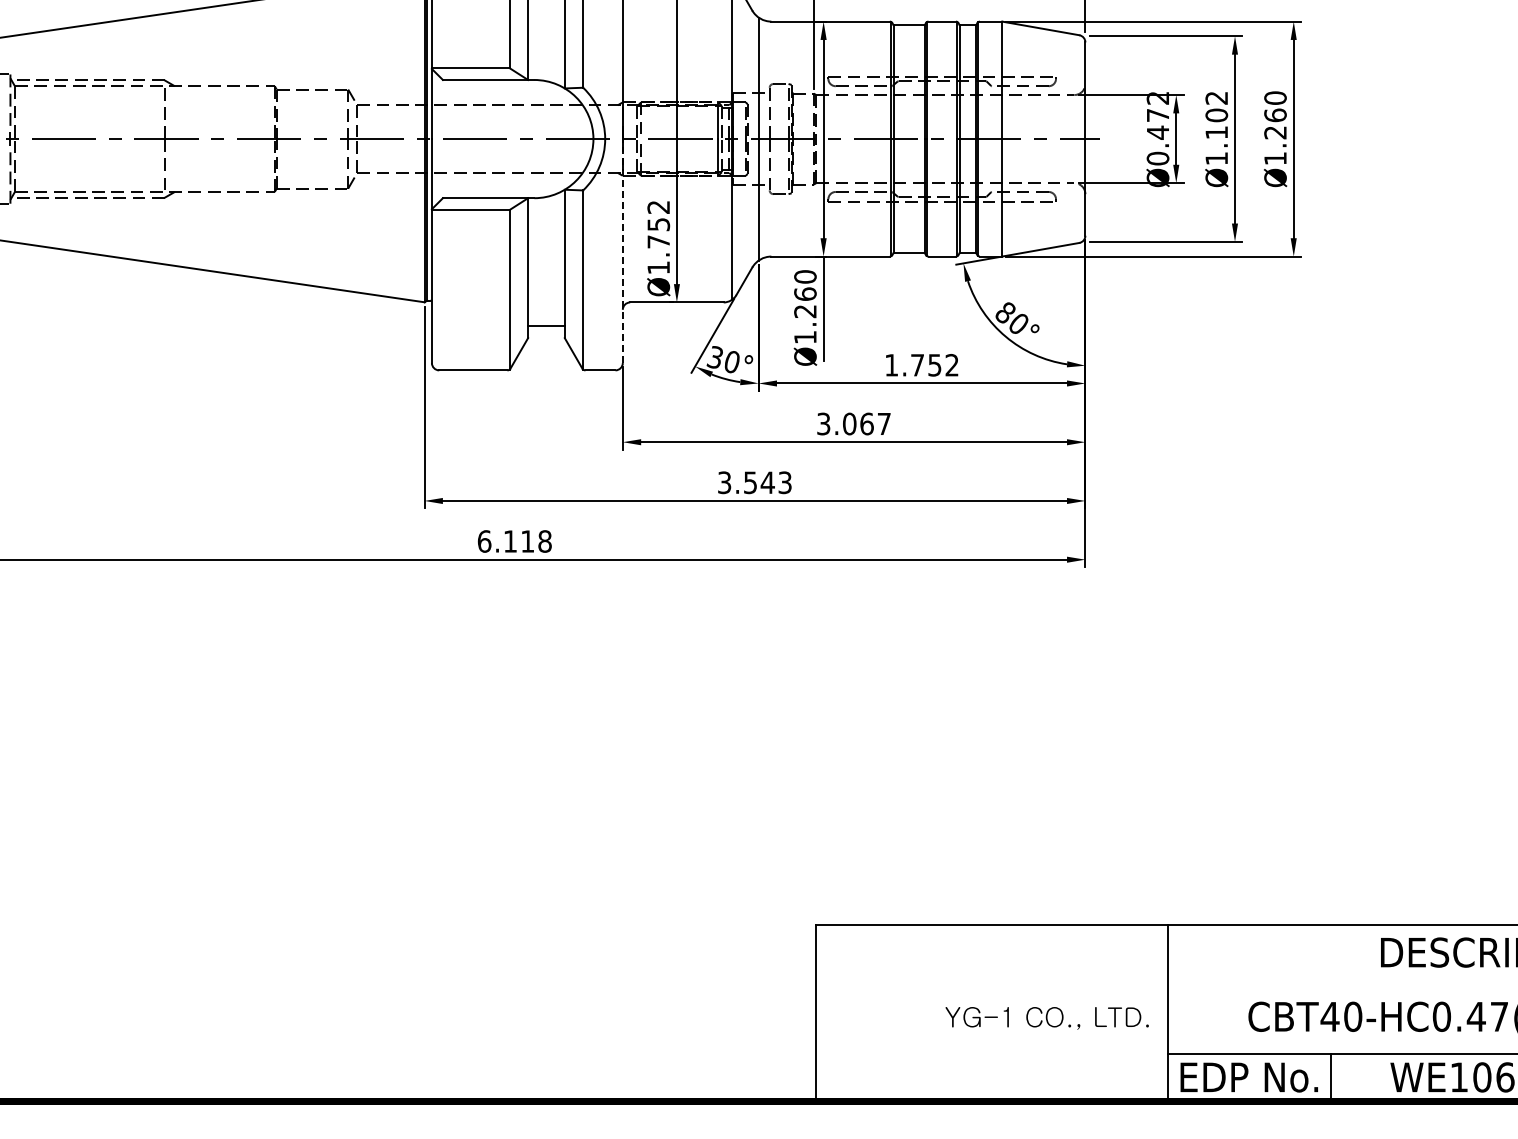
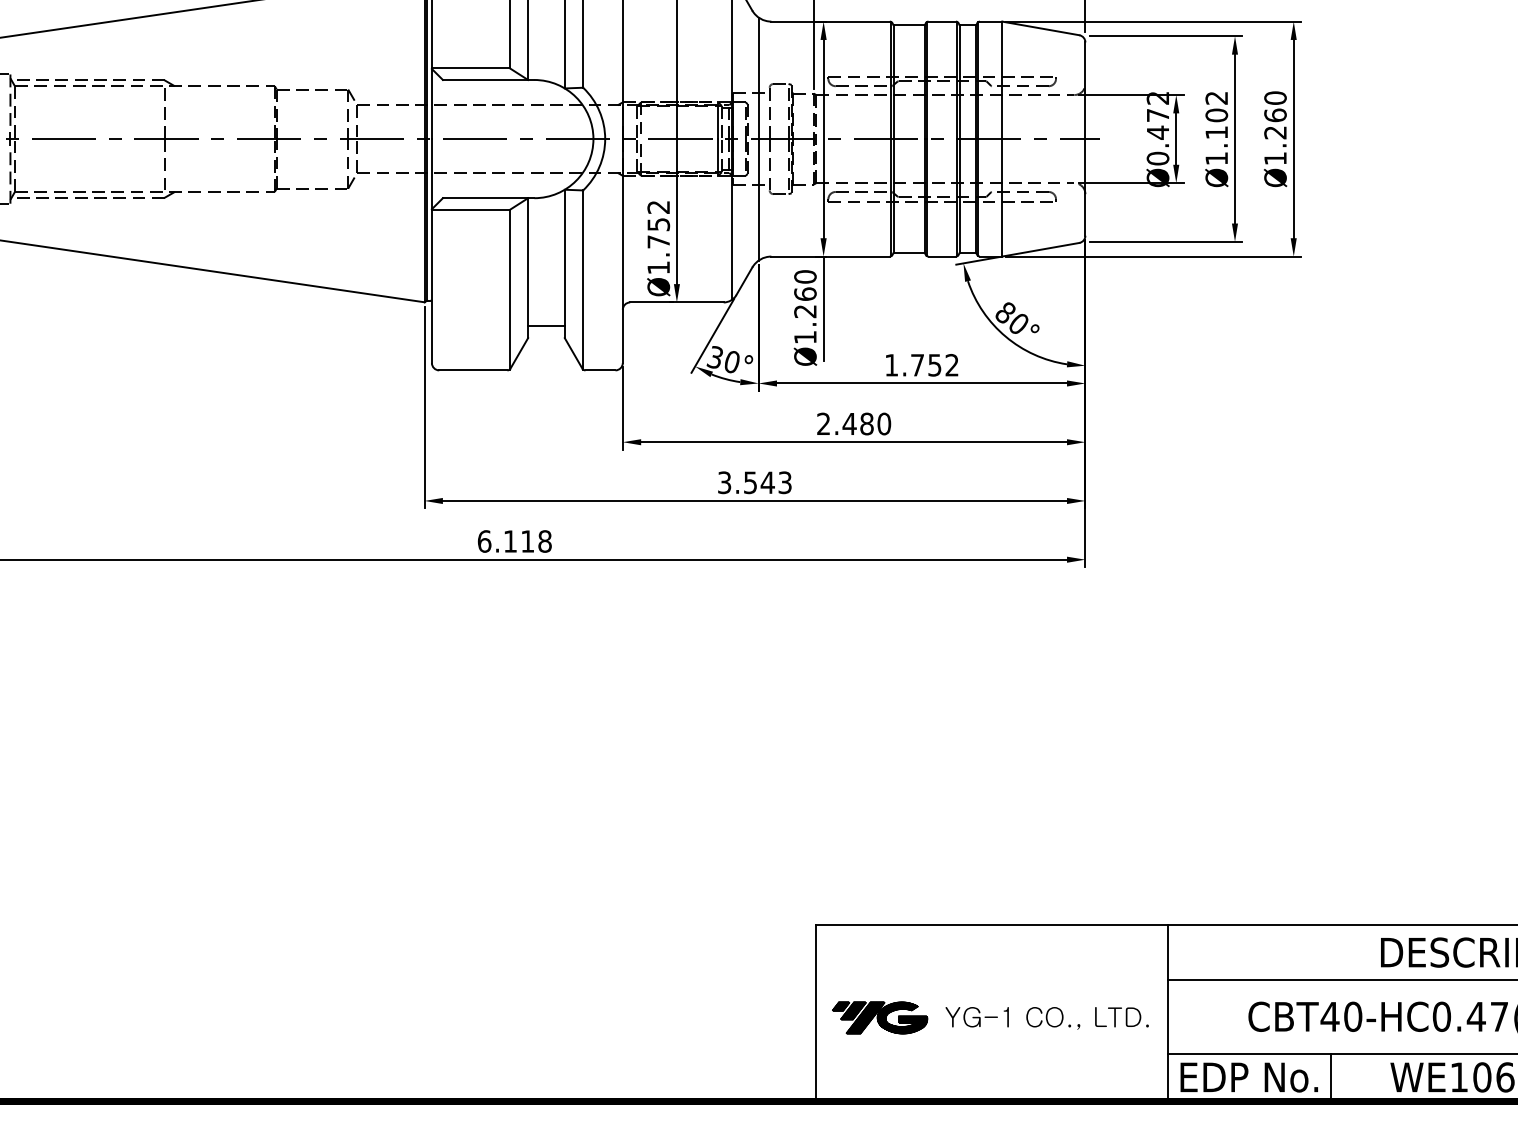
line at (622, 251): dashed -> solid
text at (854, 423): 3.067 -> 2.480
line at (1340, 980): none -> present
part at (880, 1017): none -> present
